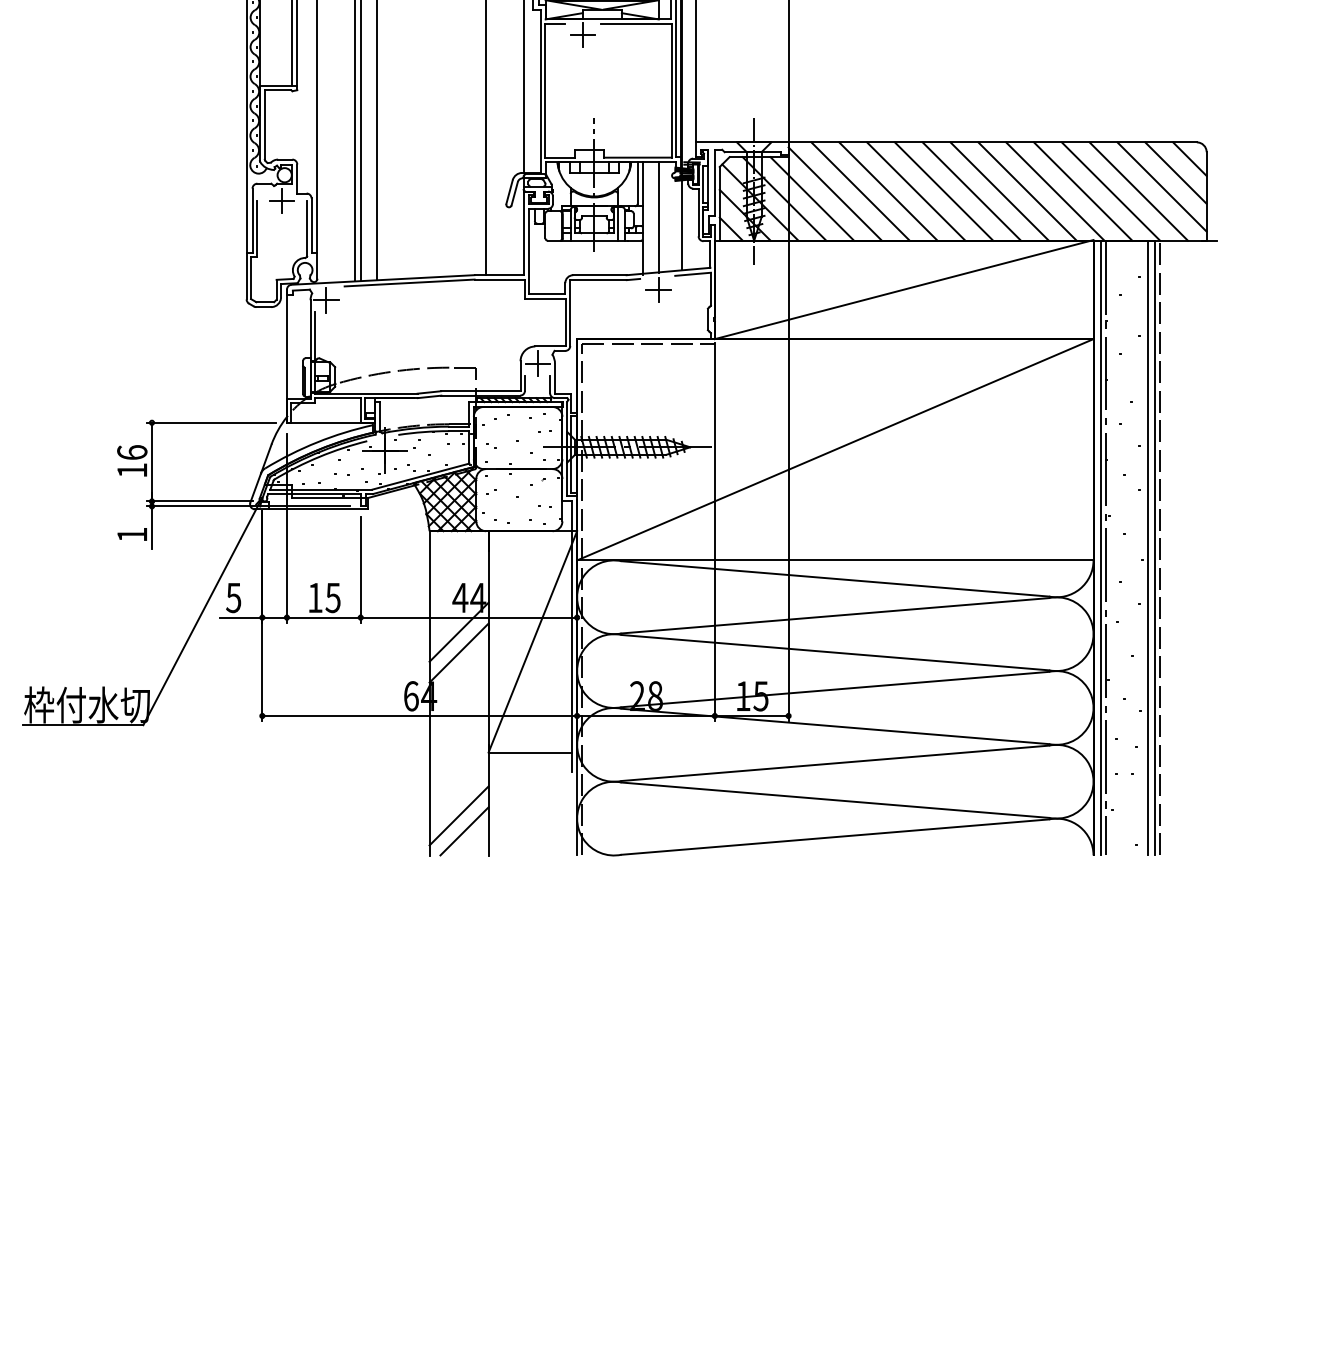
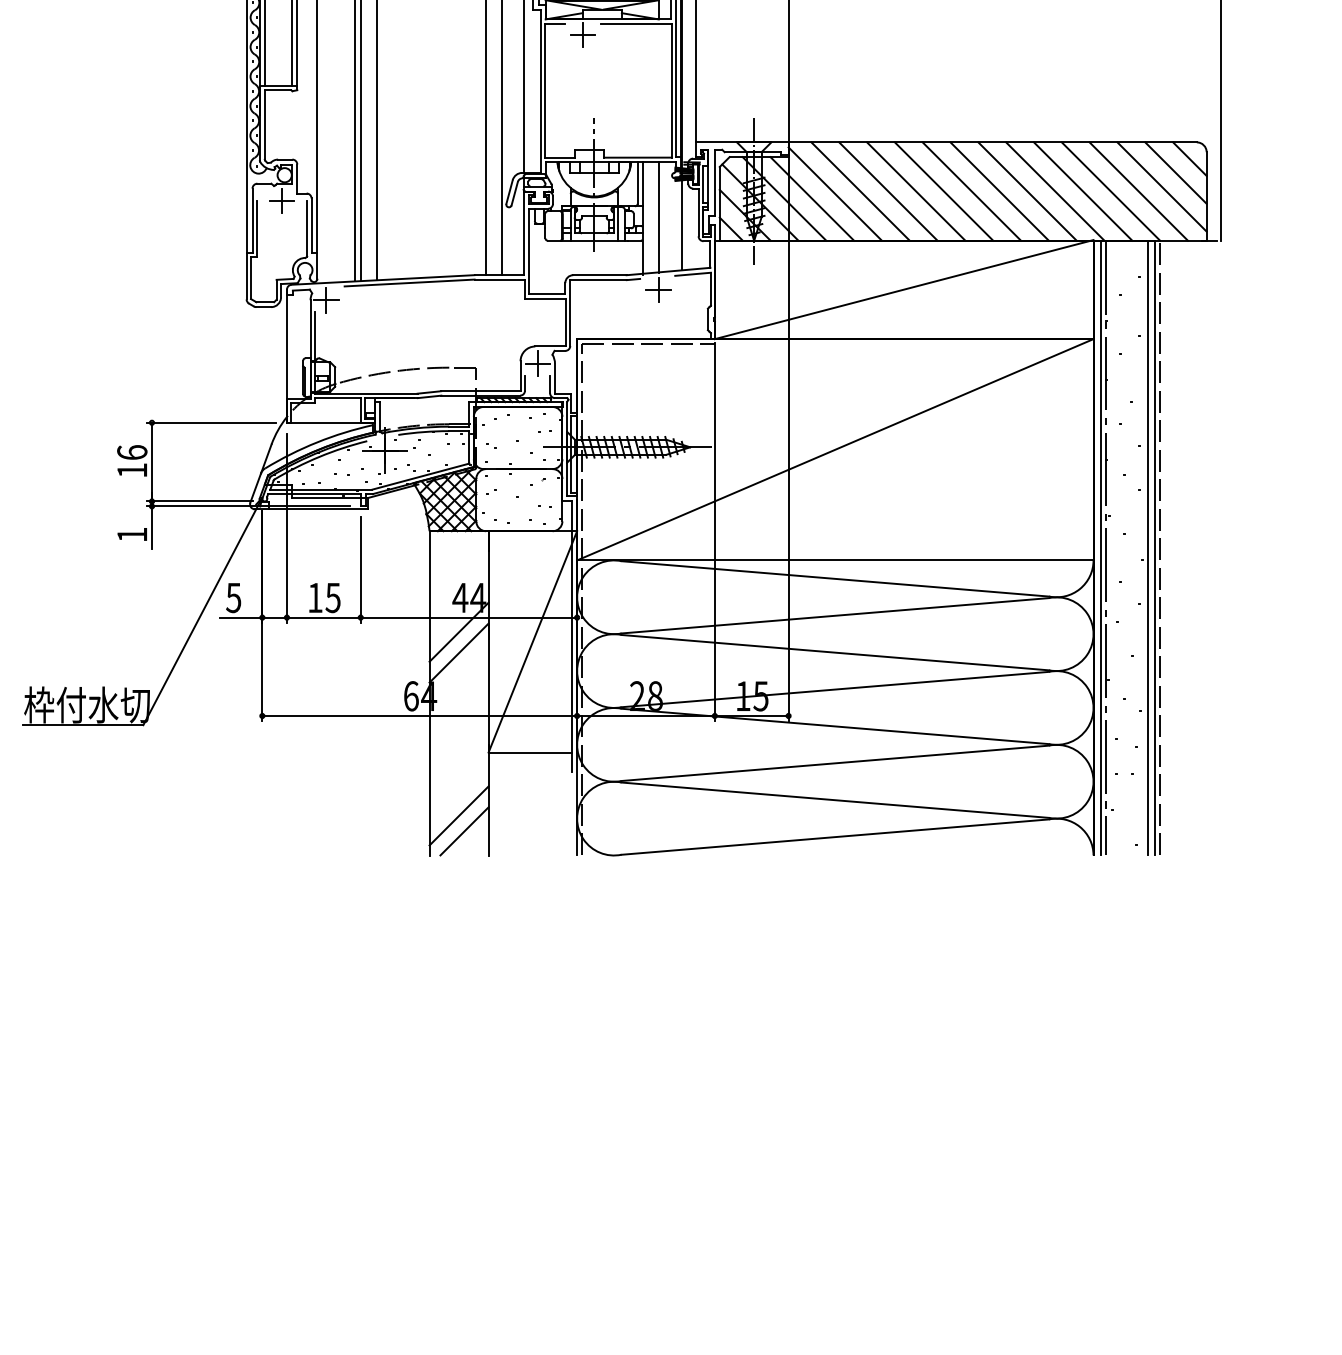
line at (264, 43): none -> present
line at (1221, 121): none -> present
line at (502, 138): none -> present
